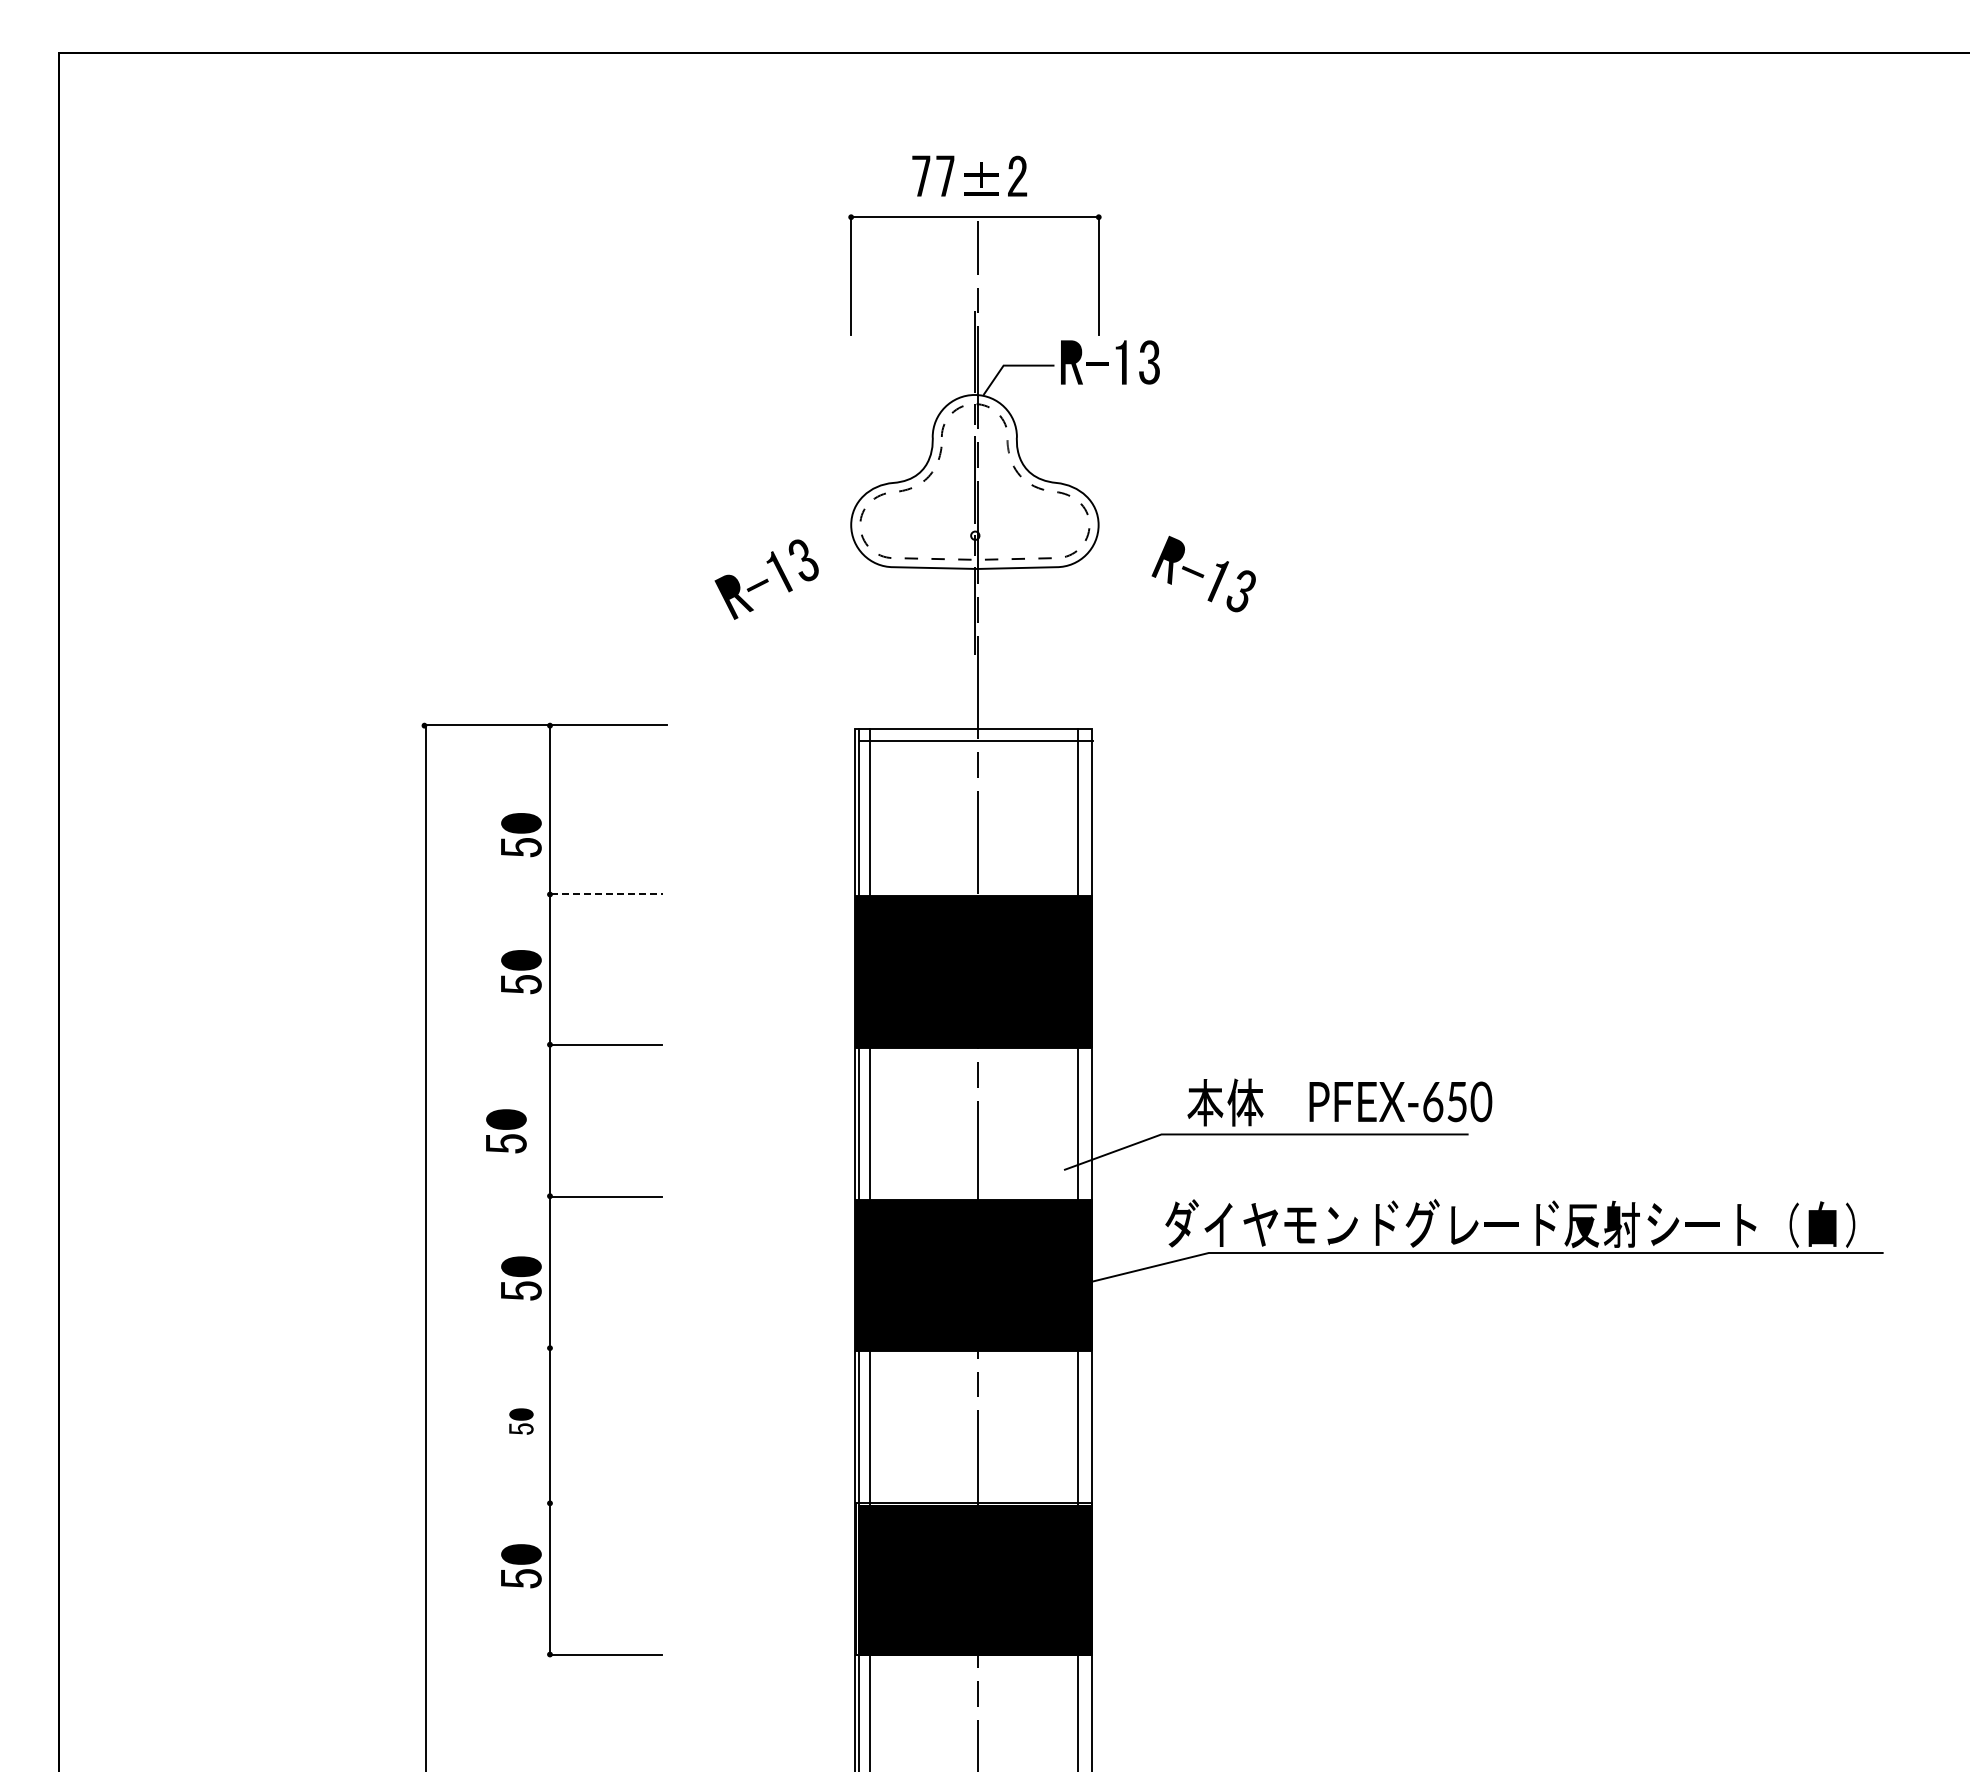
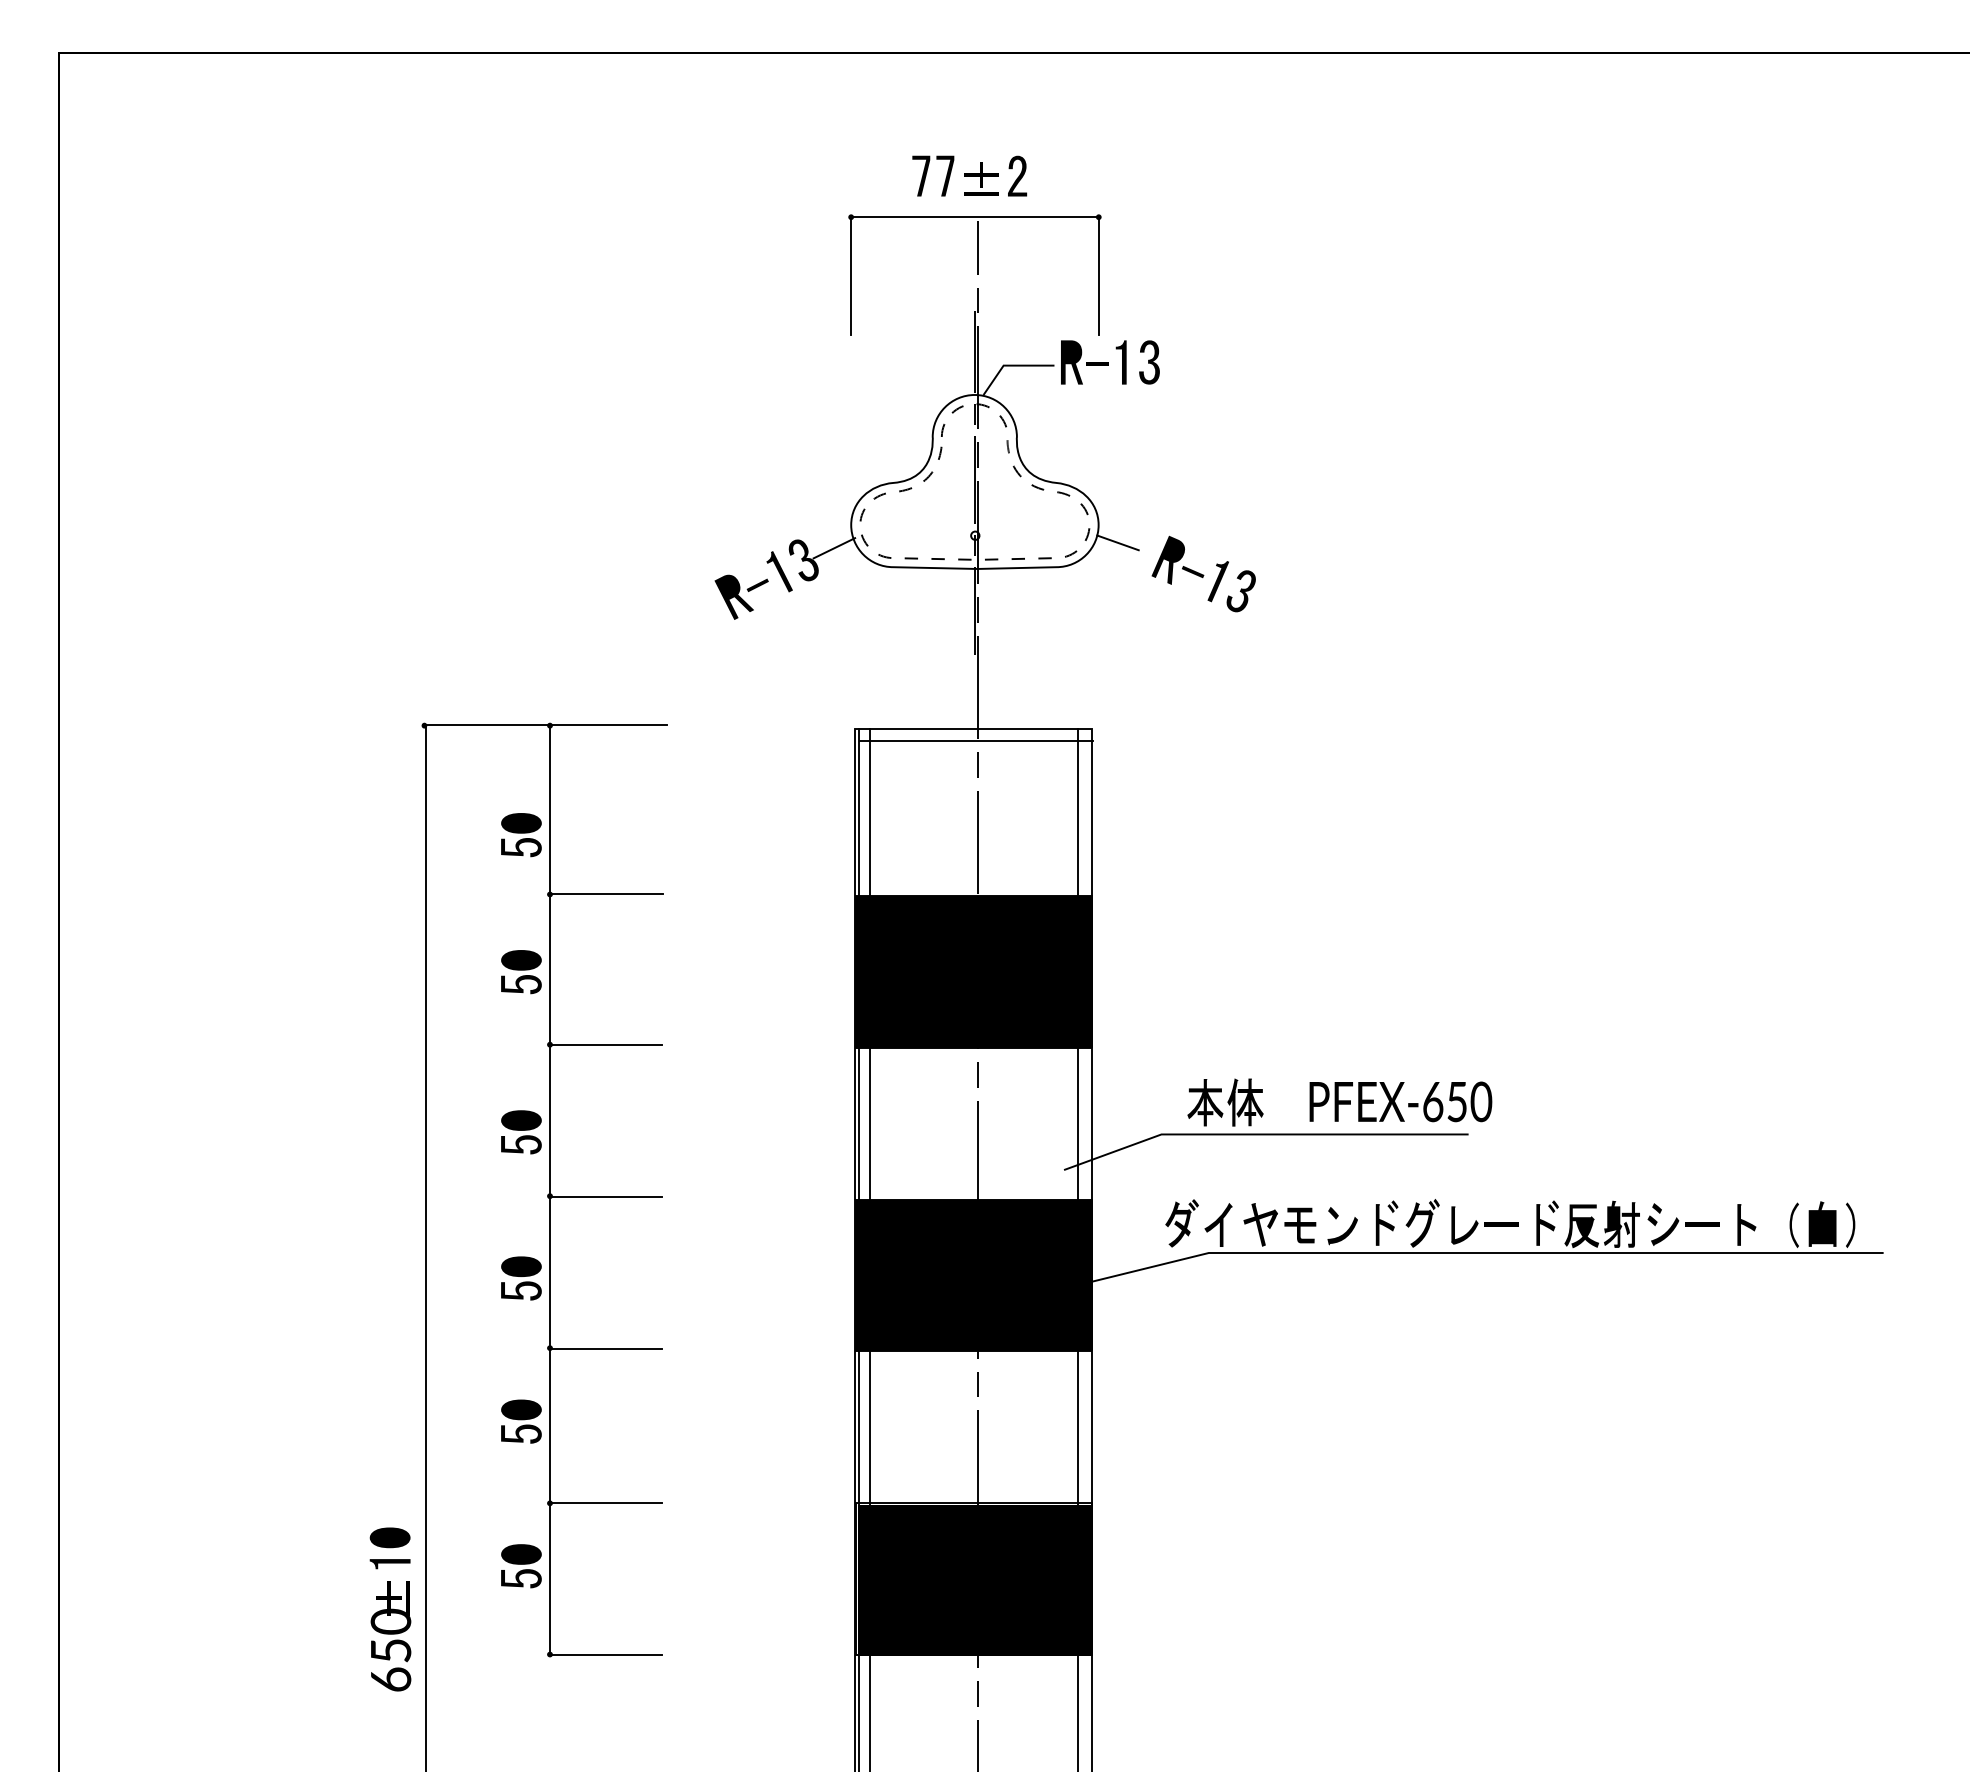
line at (1117, 542): none -> present
line at (834, 548): none -> present
line at (607, 893): dashed -> solid
part at (506, 1131) position: (506, 1131) -> (521, 1132)
line at (606, 1348): none -> present
part at (521, 1421) size: 25x27 px -> 41x45 px
line at (606, 1503): none -> present
part at (390, 1609): none -> present
